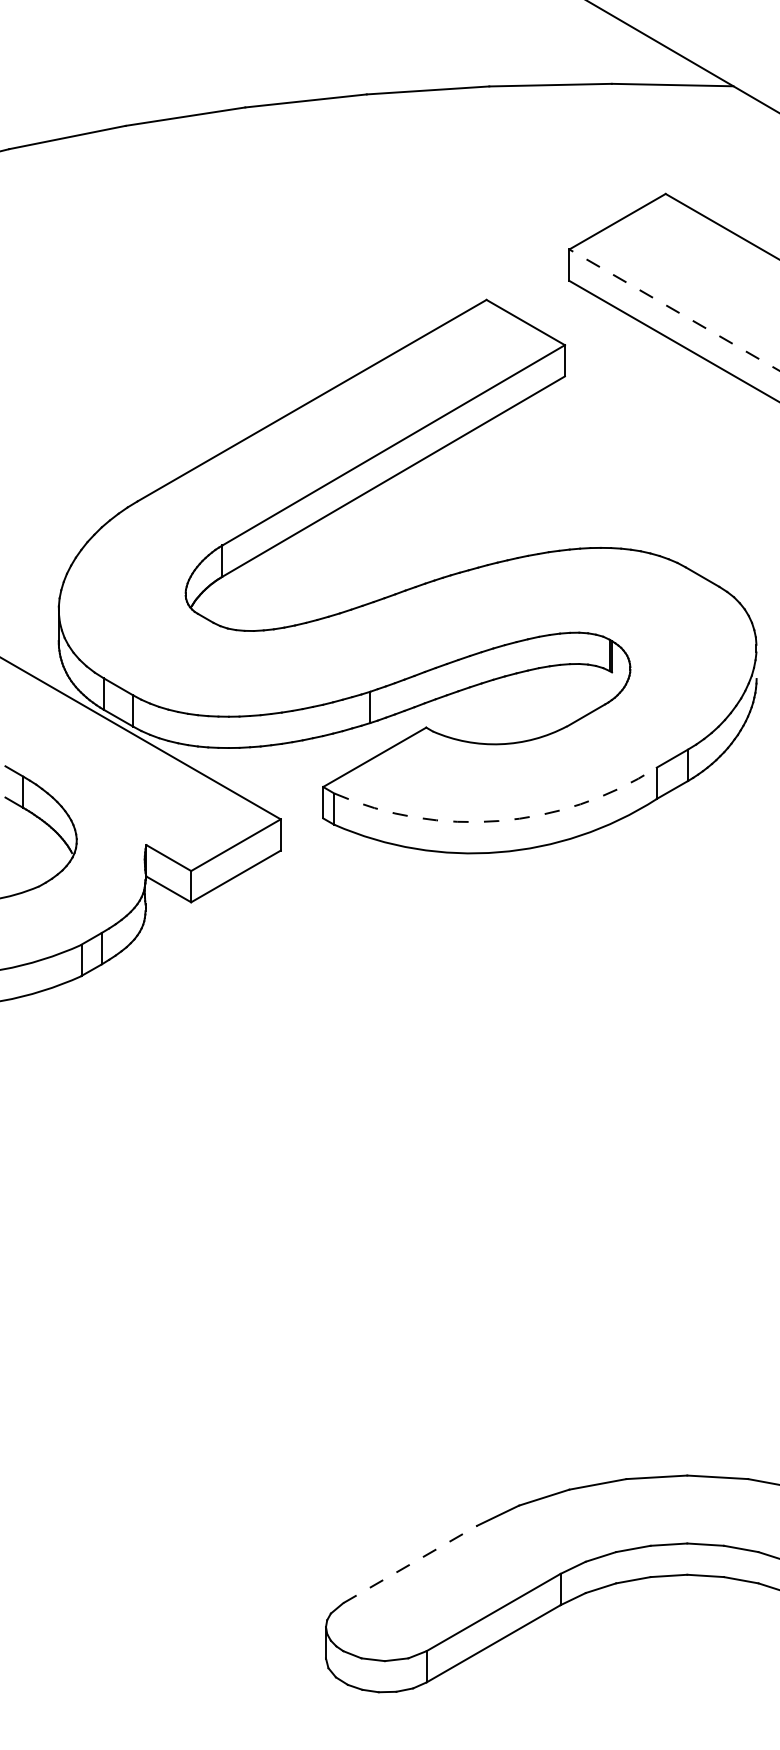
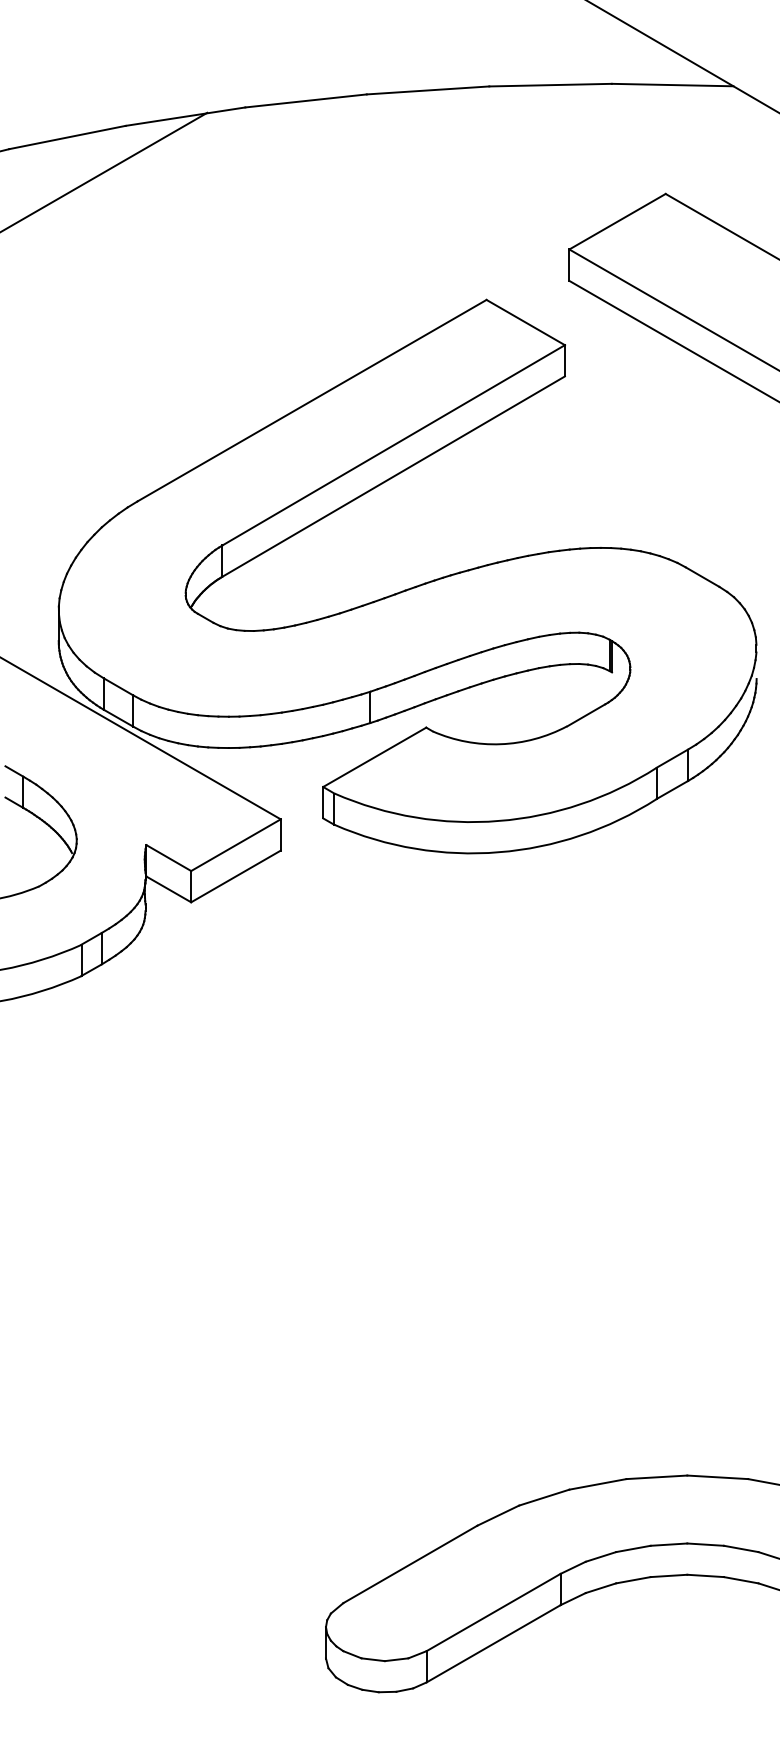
line at (104, 171): none -> present
line at (673, 309): dashed -> solid
arc at (498, 821): dashed -> solid
line at (410, 1564): dashed -> solid
